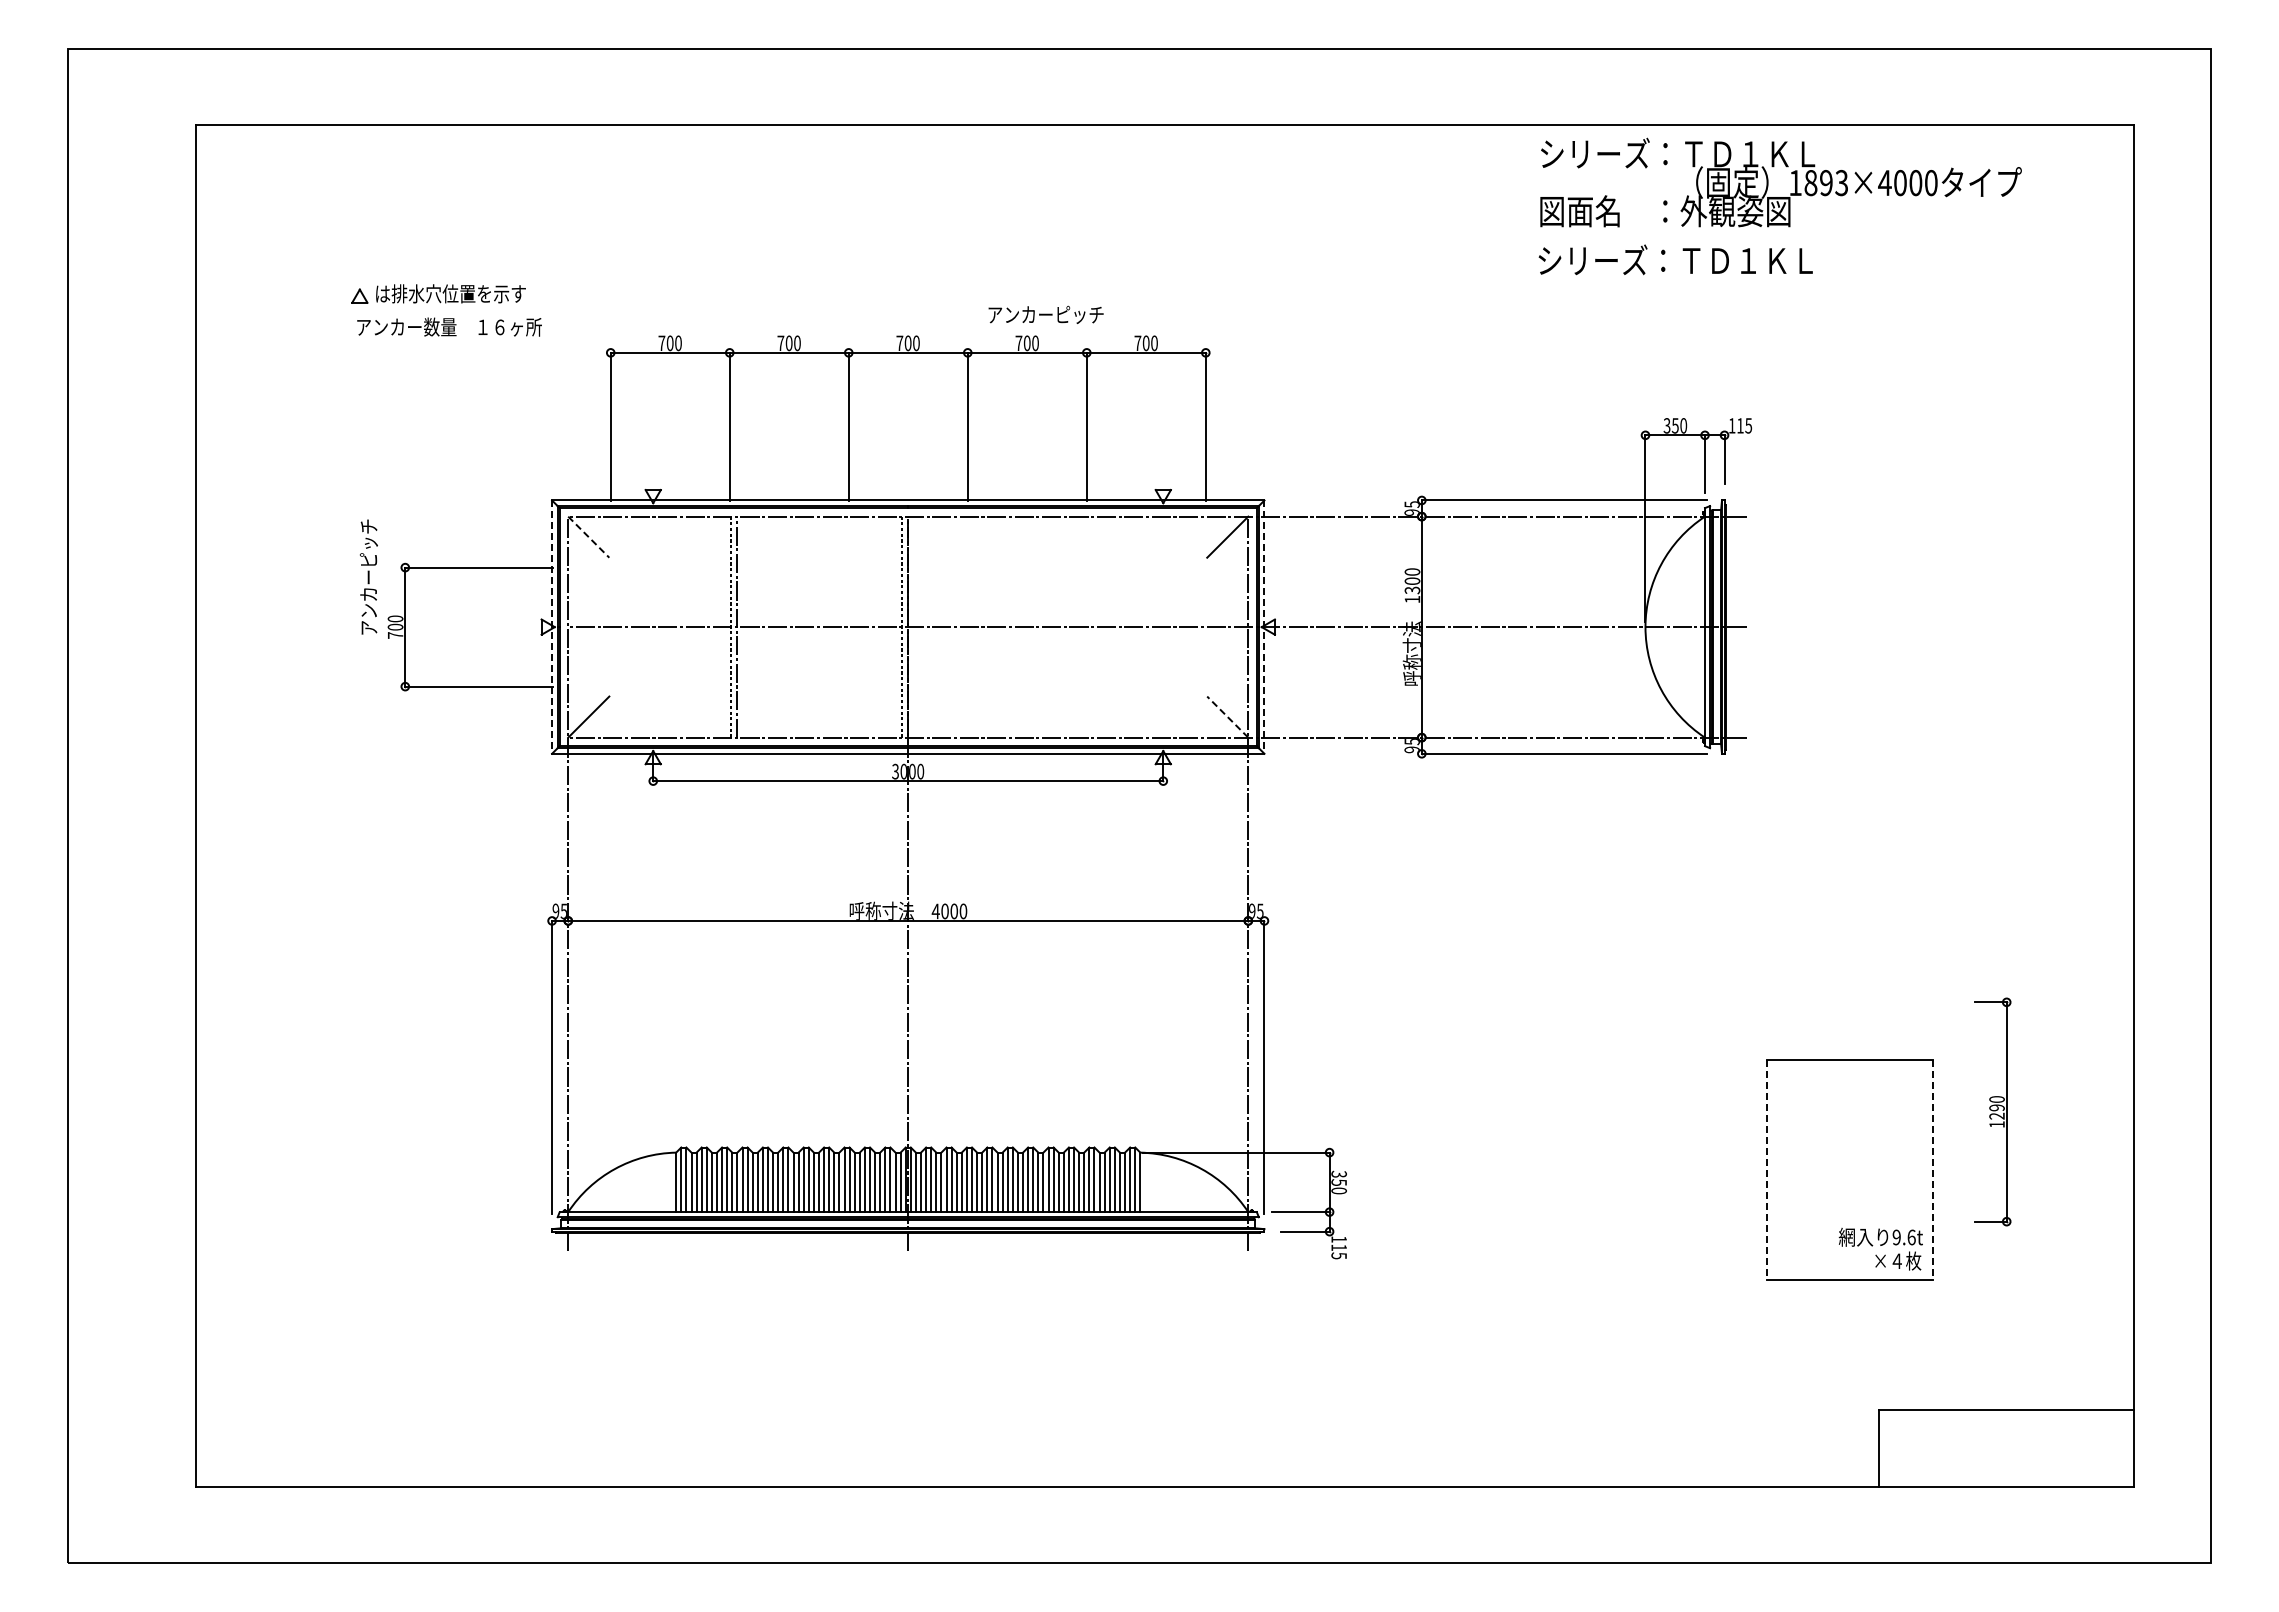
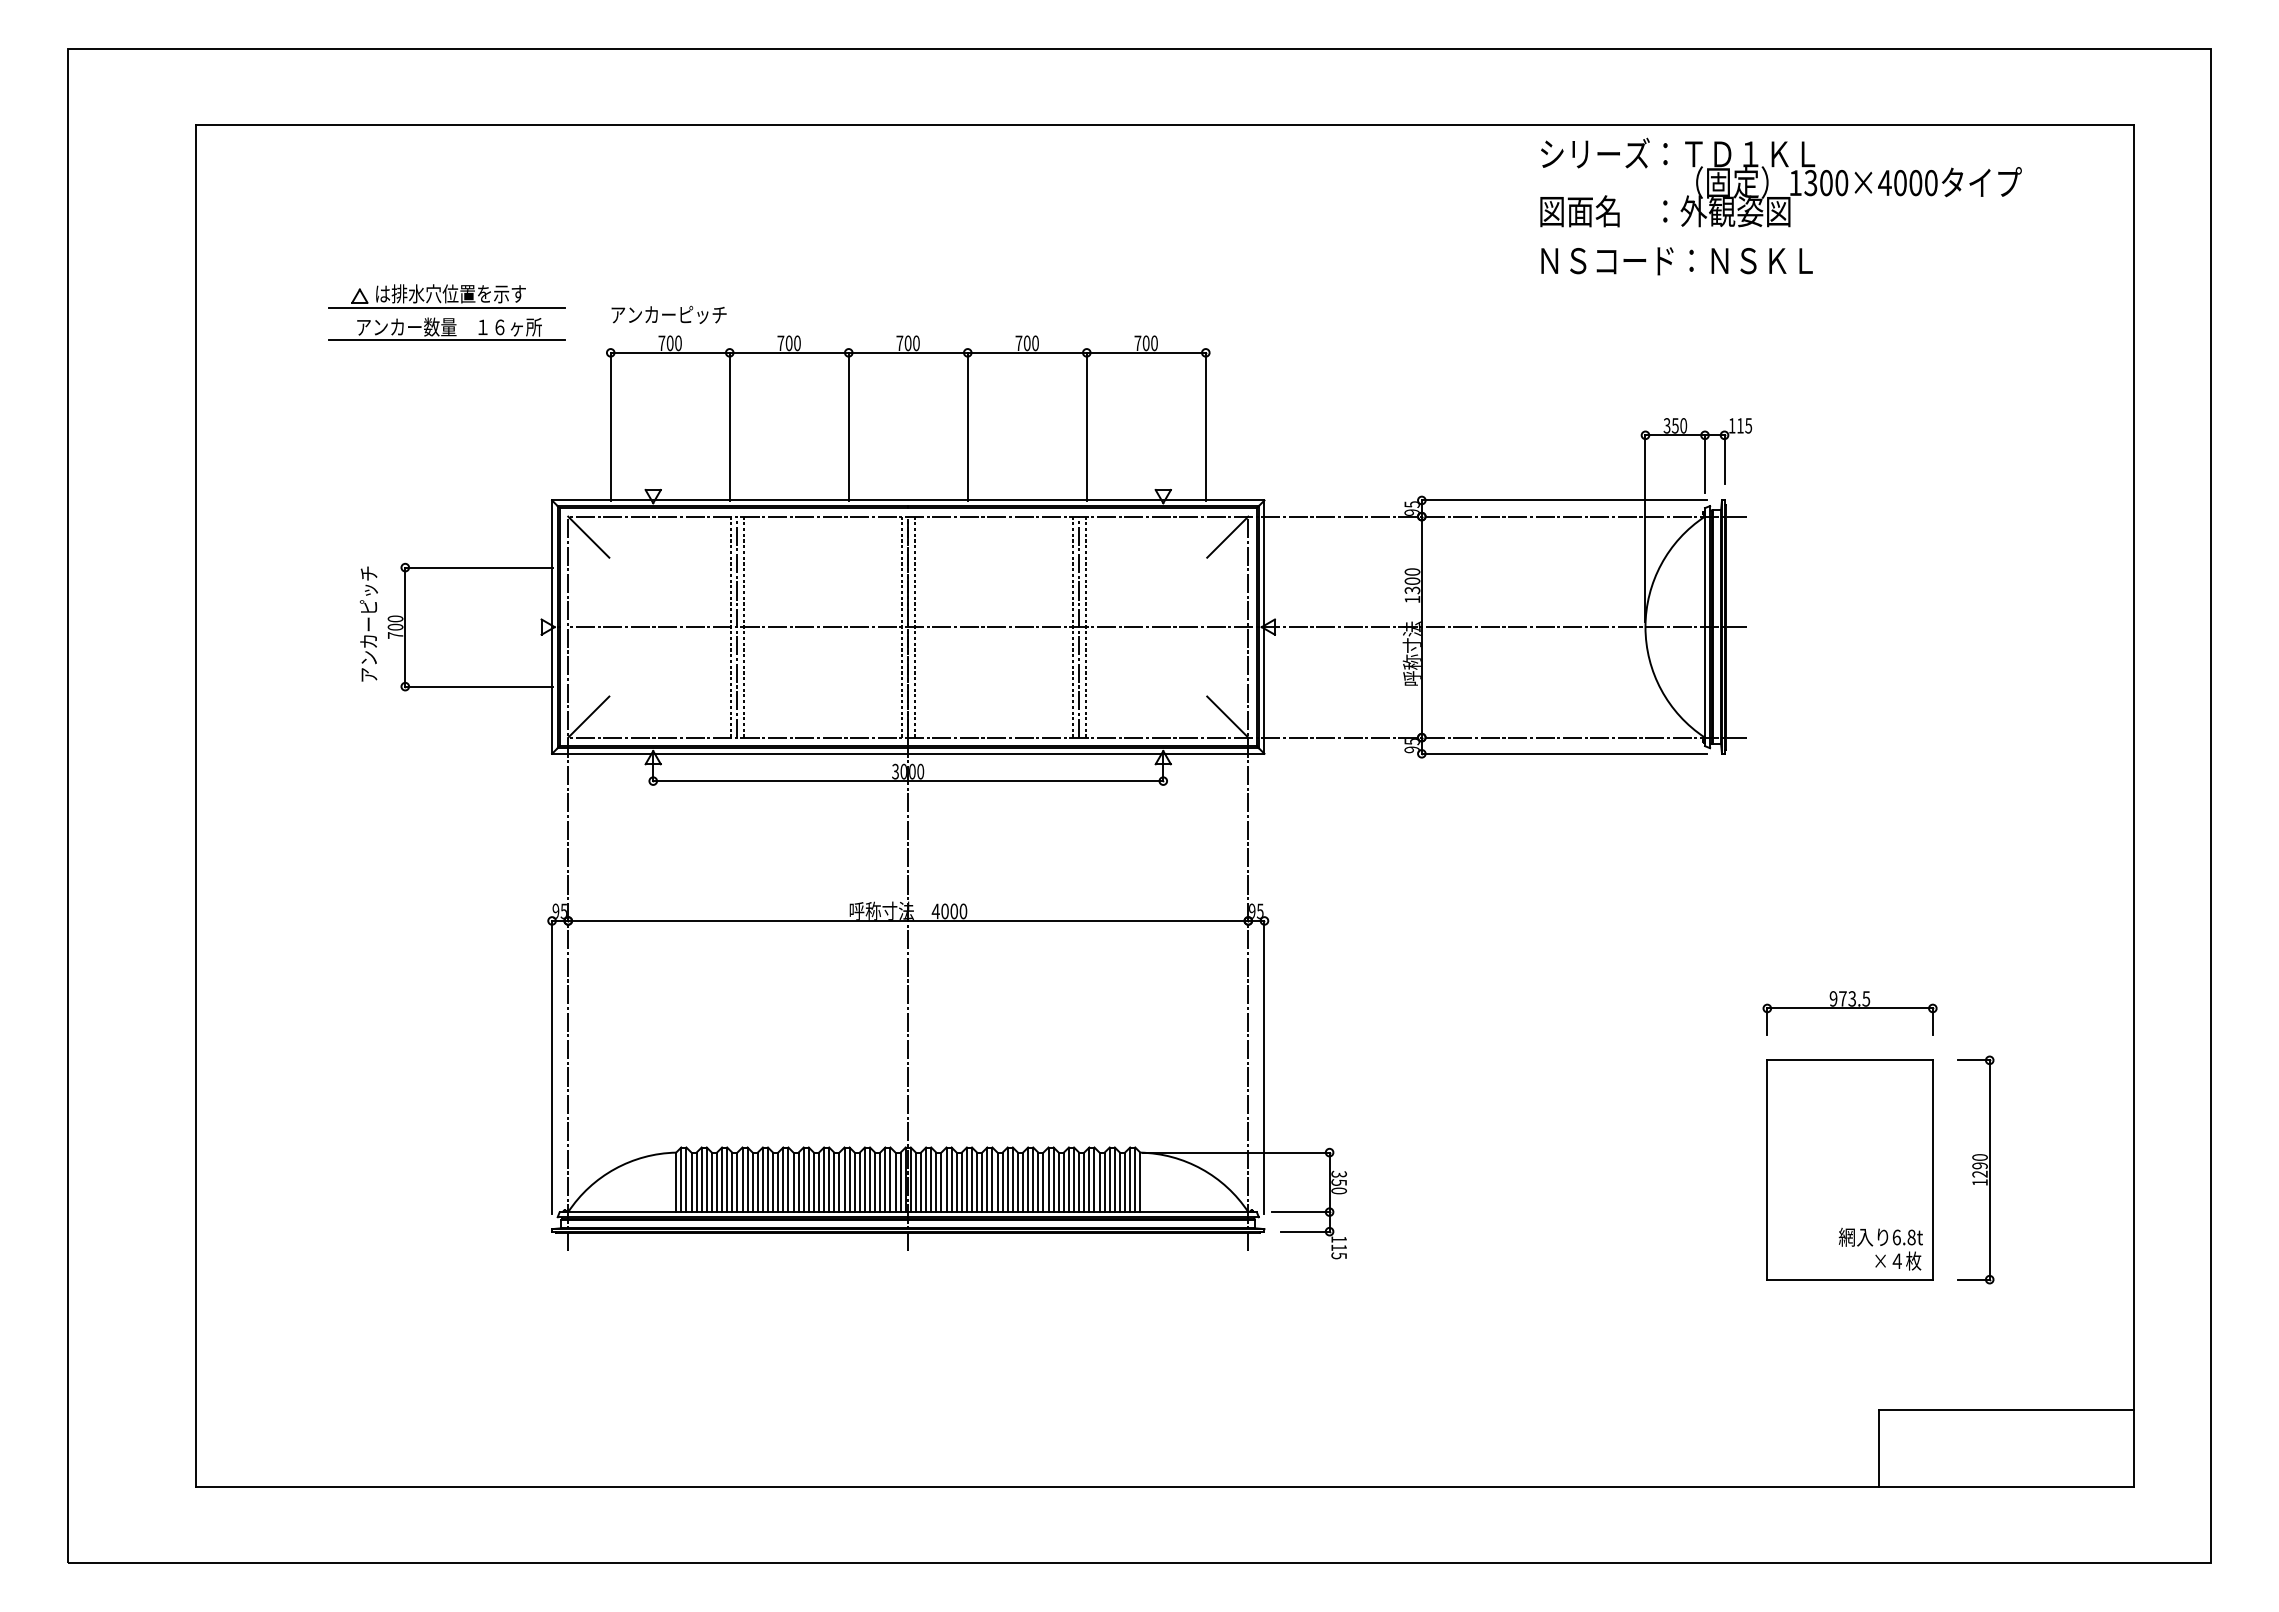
text at (1826, 182): 1893×4000 -> 1300×4000
text at (1647, 259): シリーズ：ＴＤ１ＫＬ -> ＮＳコード：ＮＳＫＬ
line at (447, 307): none -> present
text at (1045, 314) position: (1045, 314) -> (668, 314)
line at (447, 339): none -> present
line at (589, 537): dashed -> solid
text at (368, 576) position: (368, 576) -> (368, 623)
line at (743, 626): none -> present
line at (914, 626): none -> present
line at (1072, 626): none -> present
line at (1079, 626): none -> present
line at (1085, 626): none -> present
line at (552, 627): dashed -> solid
line at (1264, 627): dashed -> solid
line at (1227, 716): dashed -> solid
part at (1849, 1013): none -> present
part at (1992, 1111) position: (1992, 1111) -> (1975, 1169)
line at (1767, 1170): dashed -> solid
line at (1932, 1170): dashed -> solid
text at (1903, 1237): 9.6t -> 6.8t
